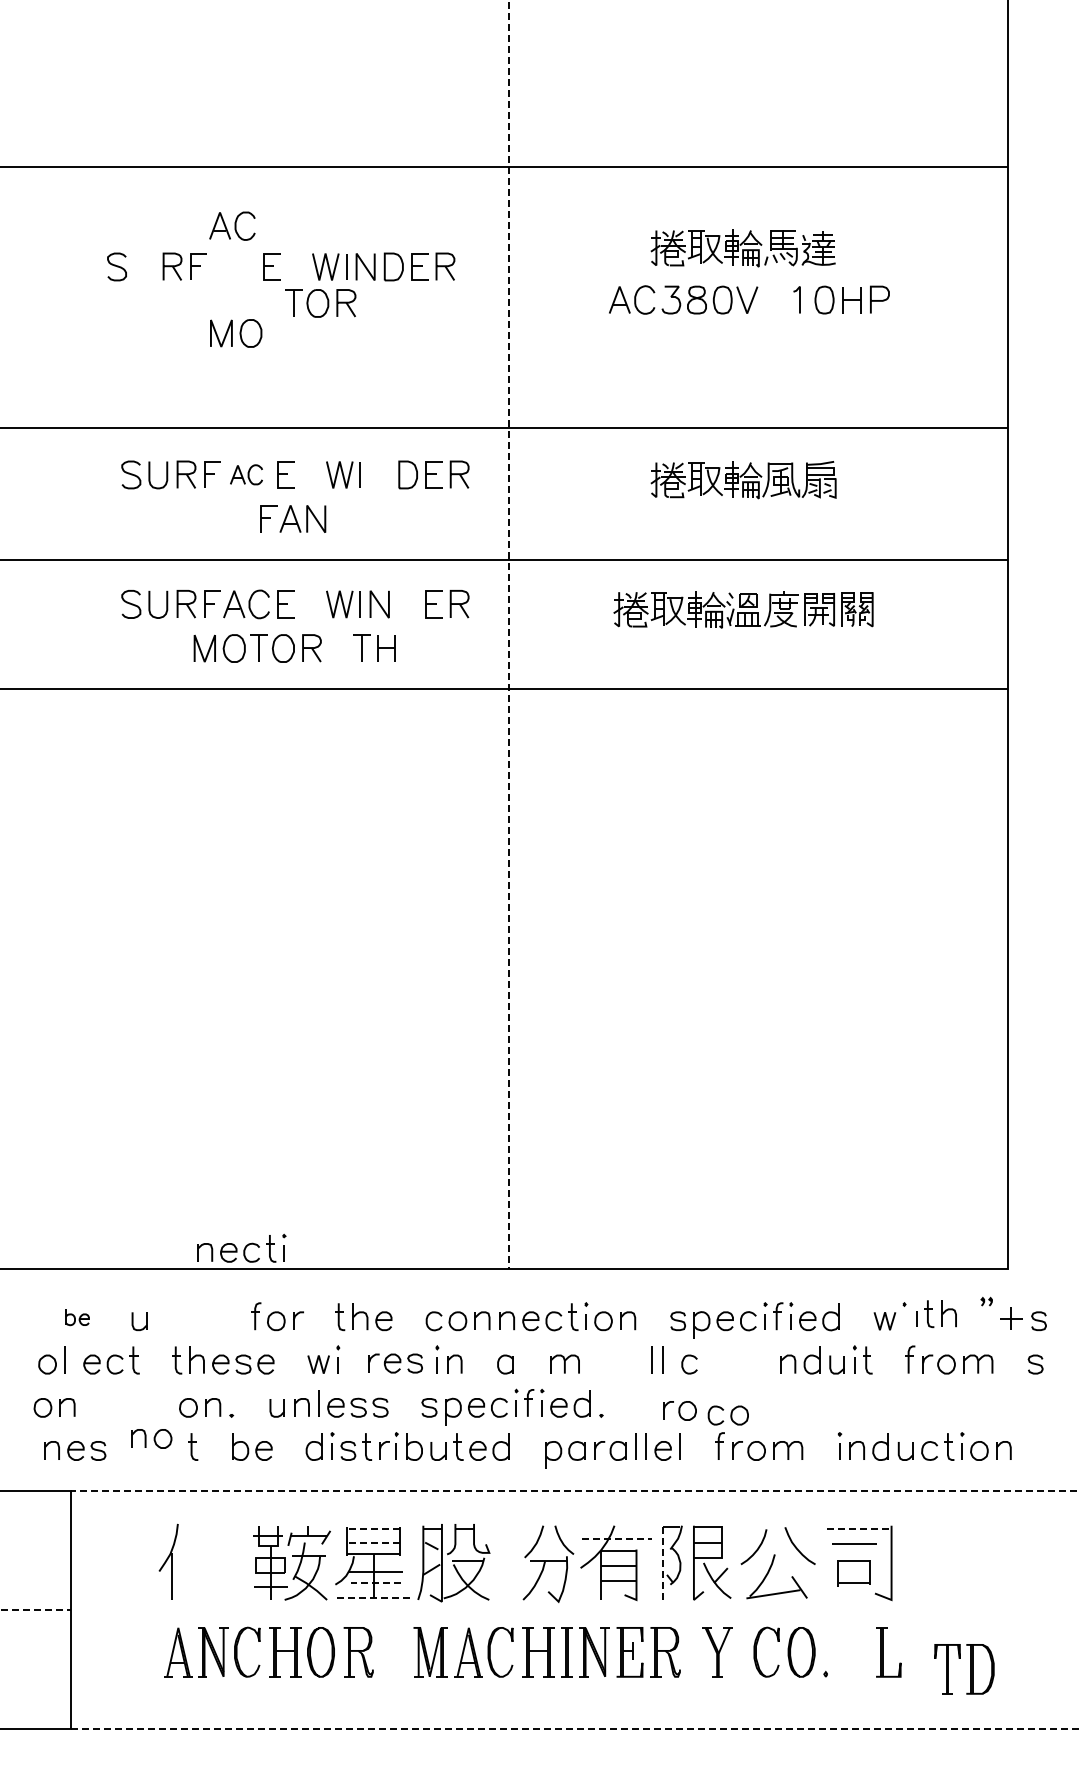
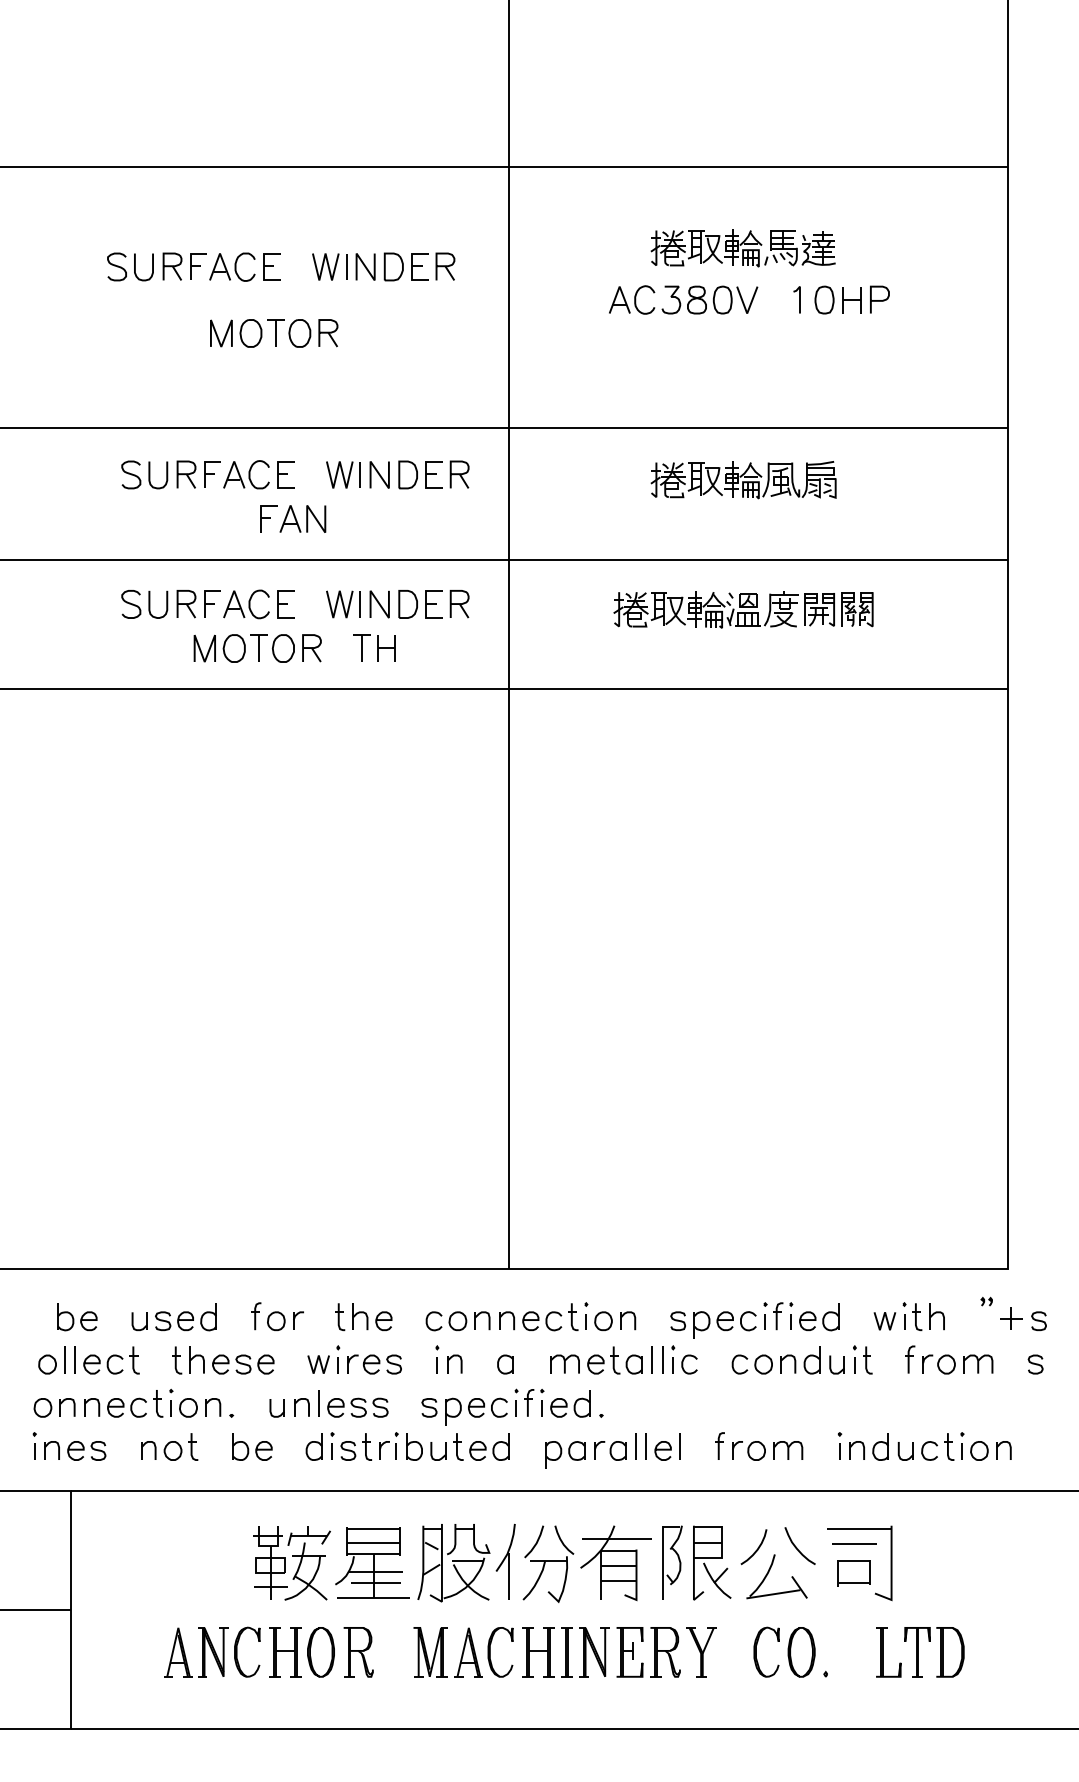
part at (232, 225) position: (232, 225) -> (232, 266)
curve at (135, 267): none -> present
part at (320, 303) position: (320, 303) -> (302, 333)
part at (246, 474) size: 33x22 px -> 47x30 px
line at (379, 474): none -> present
part at (407, 604): none -> present
line at (509, 634): dashed -> solid
part at (241, 1247) position: (241, 1247) -> (128, 1402)
part at (936, 1314) position: (936, 1314) -> (924, 1317)
part at (77, 1317) size: 25x18 px -> 41x29 px
part at (185, 1317): none -> present
line at (74, 1359): none -> present
part at (673, 1359): none -> present
part at (614, 1360): none -> present
part at (395, 1363) position: (395, 1363) -> (374, 1364)
part at (679, 1410): present -> none
part at (727, 1415) position: (727, 1415) -> (751, 1364)
part at (151, 1438) position: (151, 1438) -> (161, 1450)
part at (34, 1445): none -> present
line at (574, 1490): dashed -> solid
line at (372, 1529): dashed -> solid
line at (860, 1529): dashed -> solid
line at (618, 1539): dashed -> solid
line at (372, 1542): dashed -> solid
part at (168, 1561) position: (168, 1561) -> (505, 1561)
line at (663, 1562): dashed -> solid
line at (375, 1583): dashed -> solid
line at (374, 1598): dashed -> solid
line at (36, 1609): dashed -> solid
part at (717, 1652) position: (717, 1652) -> (701, 1652)
part at (964, 1669) position: (964, 1669) -> (934, 1652)
line at (575, 1728): dashed -> solid
